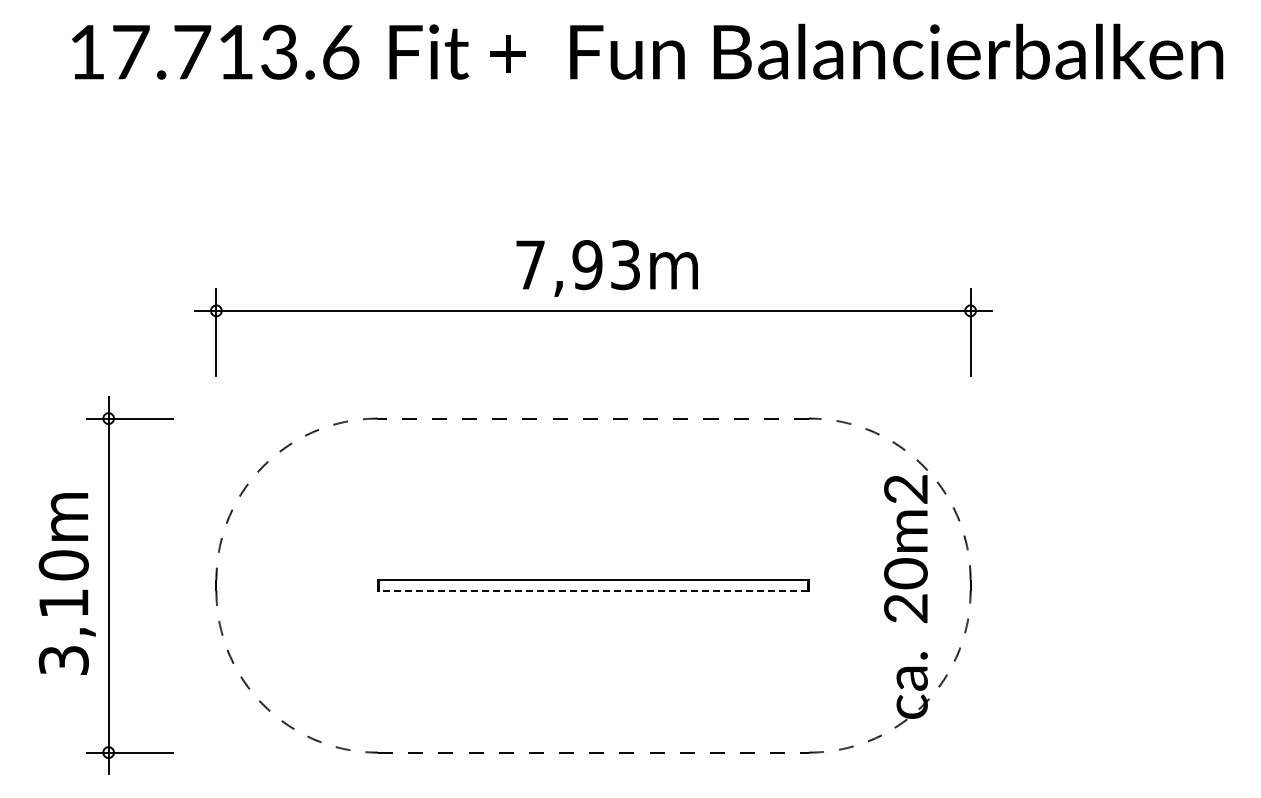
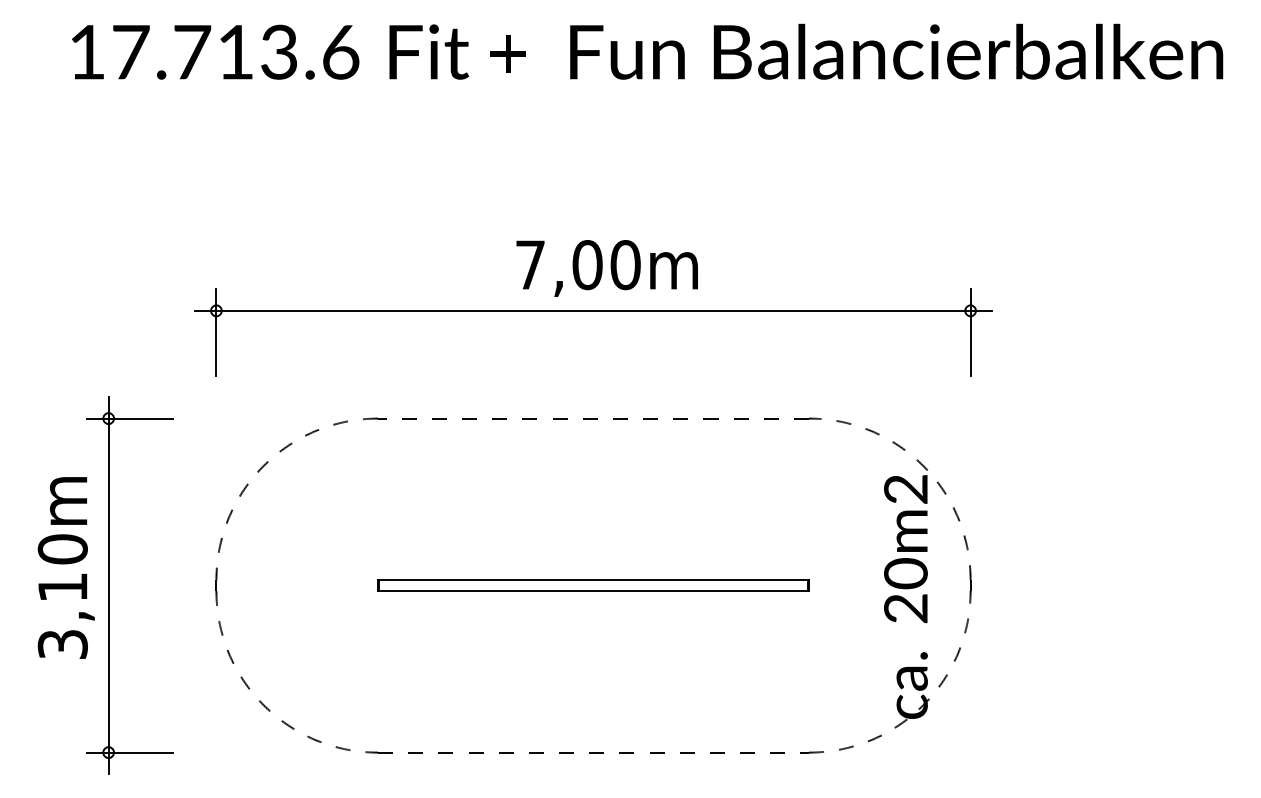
text at (606, 265): 7,93m -> 7,00m
text at (66, 583) position: (66, 583) -> (65, 567)
line at (593, 591): dashed -> solid
